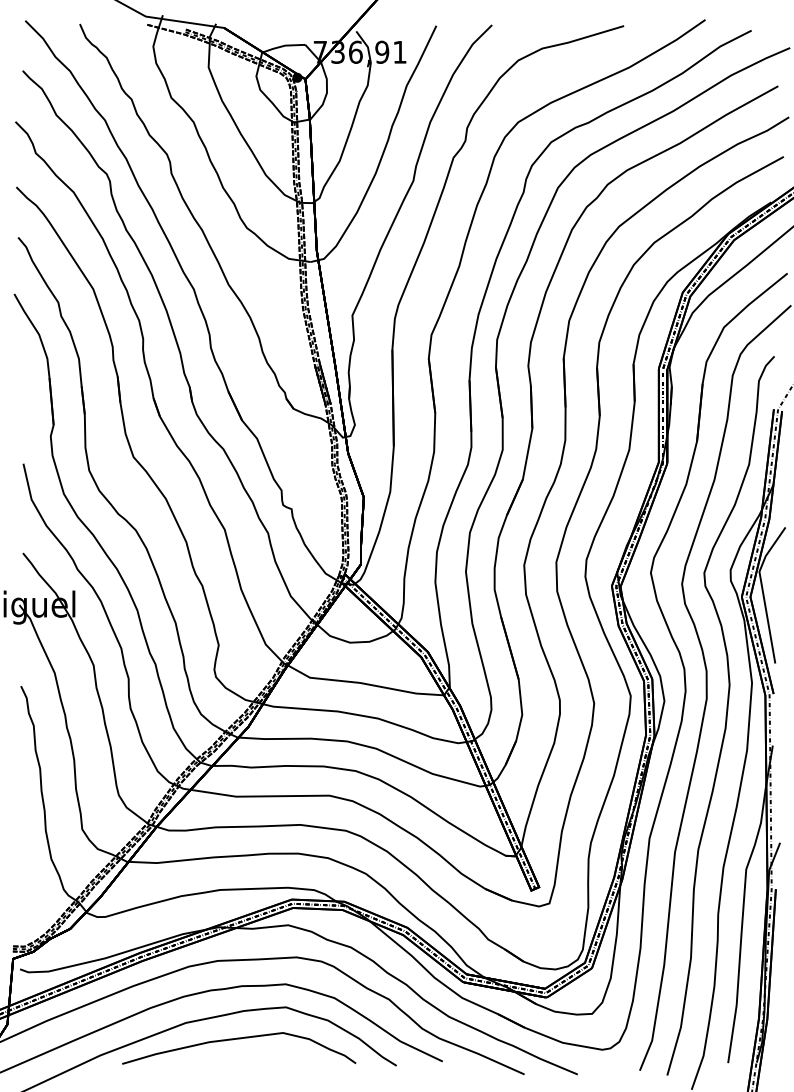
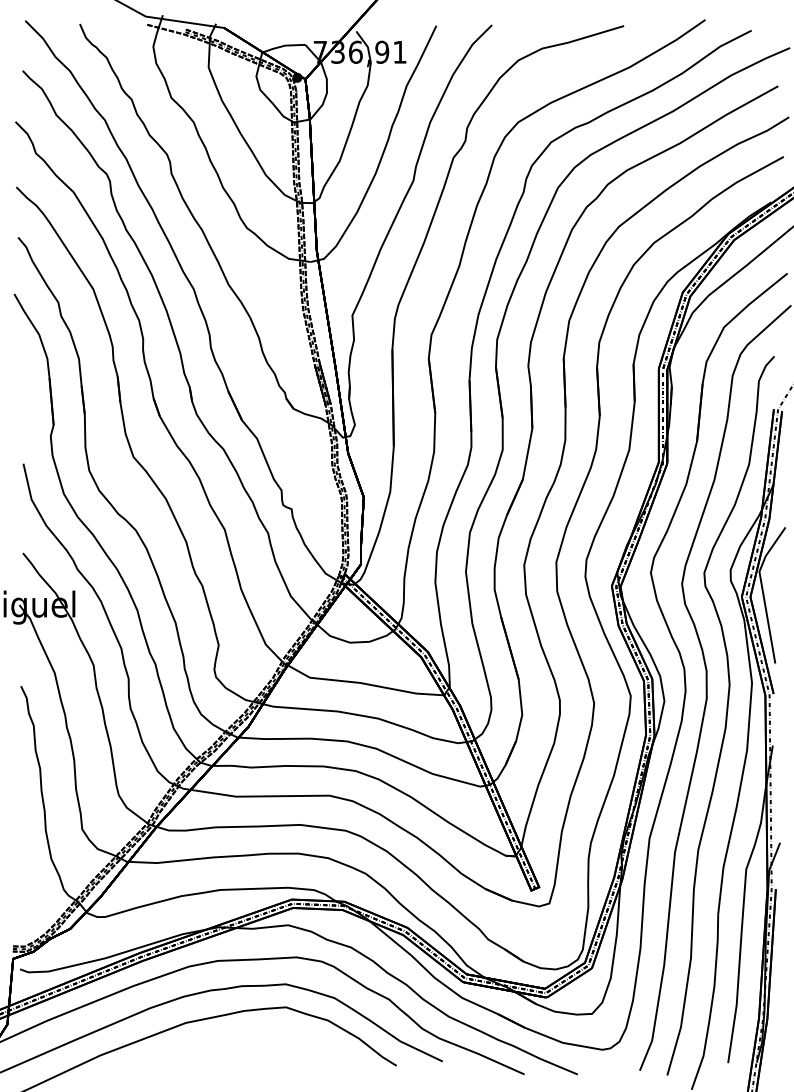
curve at (239, 1039): present -> none
